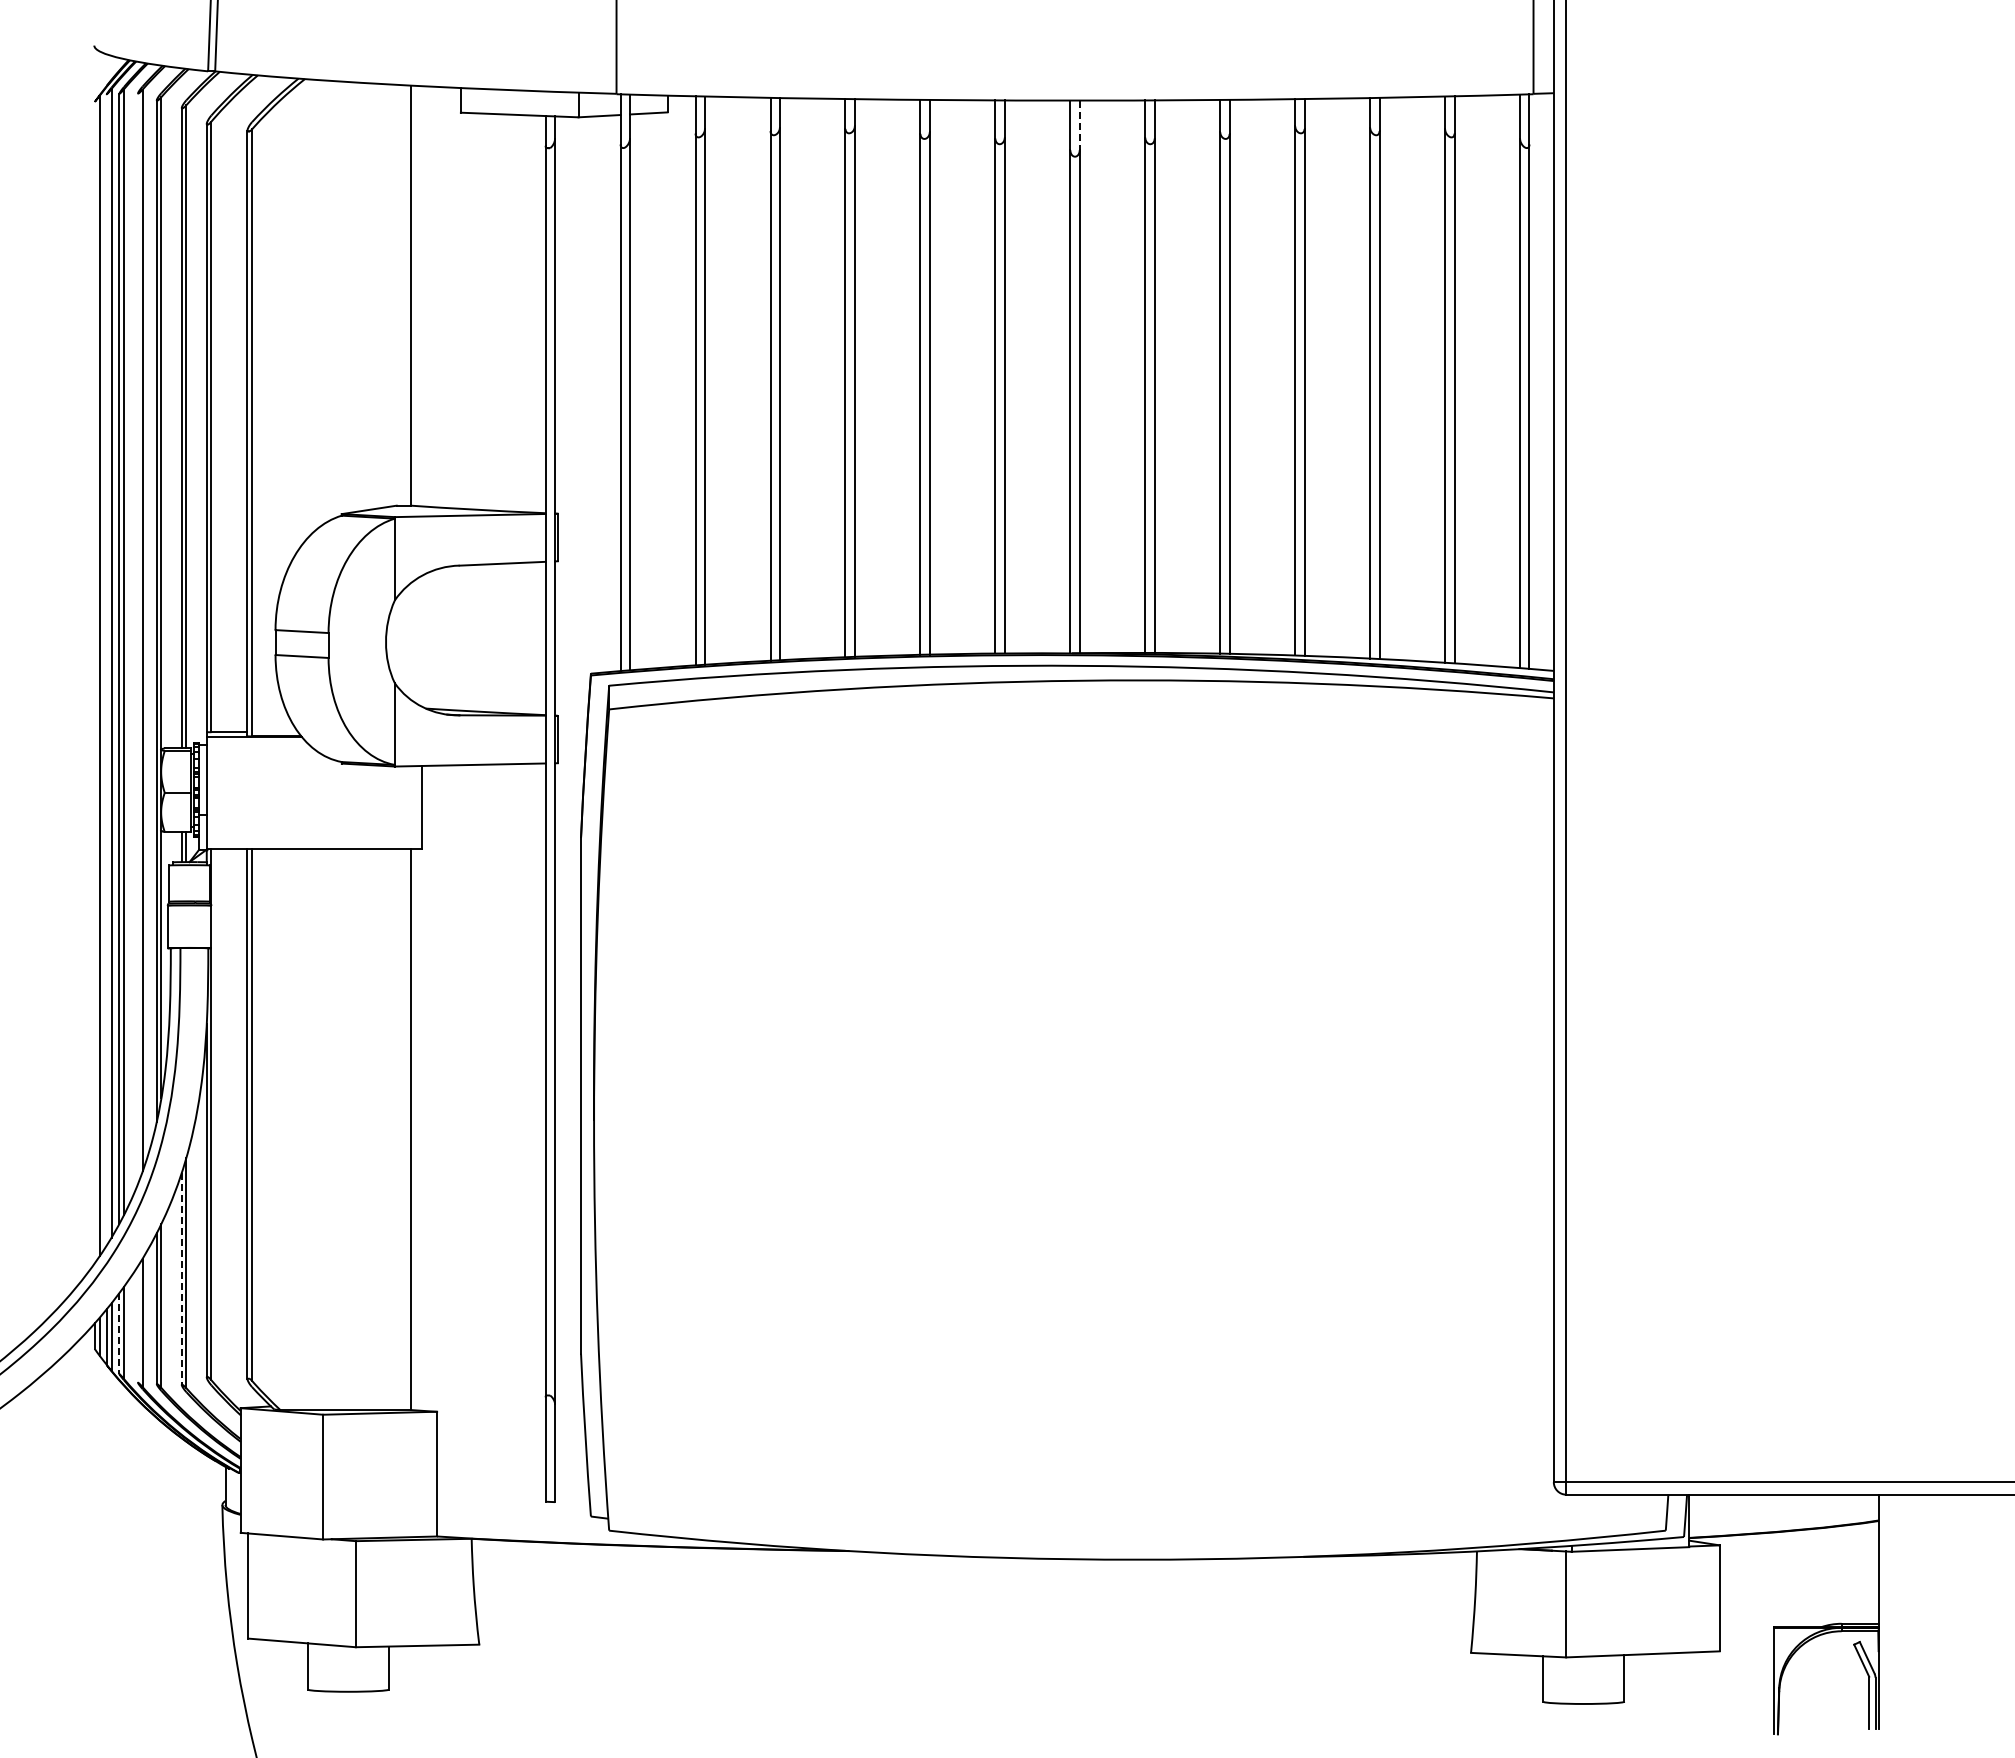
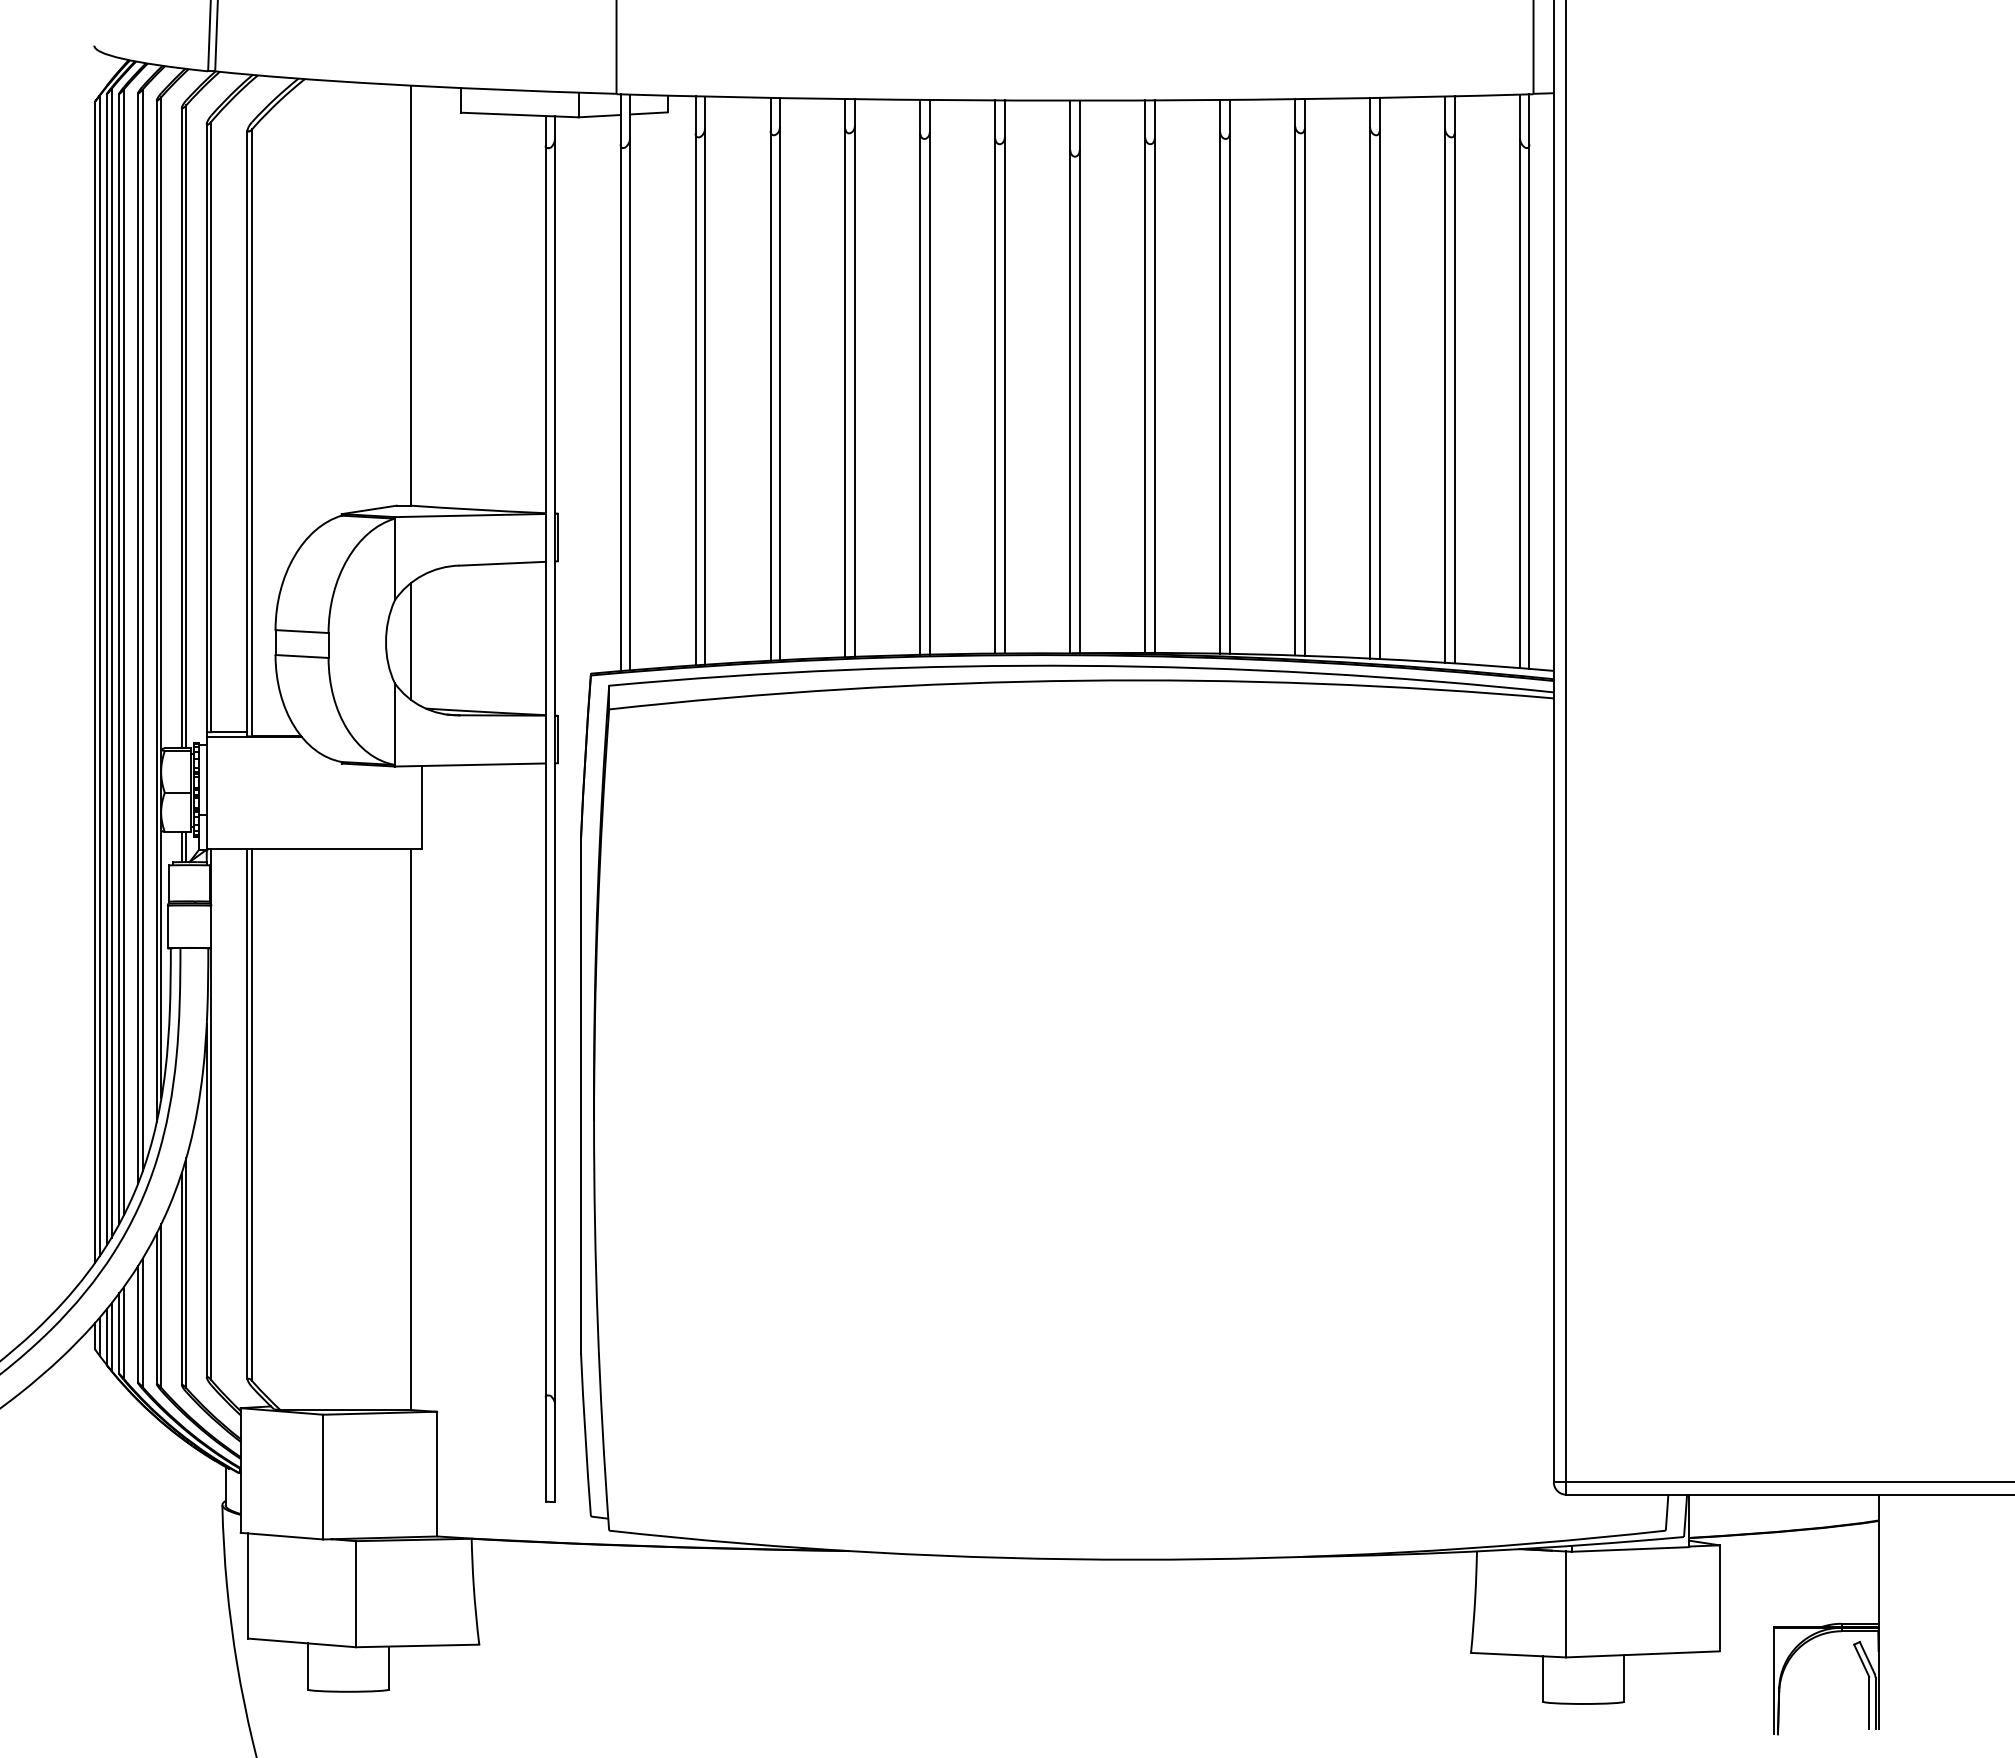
line at (1079, 125): dashed -> solid
line at (138, 638): none -> present
line at (410, 641): none -> present
line at (106, 669): none -> present
line at (94, 682): none -> present
line at (181, 1279): dashed -> solid
line at (138, 1324): none -> present
line at (119, 1334): dashed -> solid
